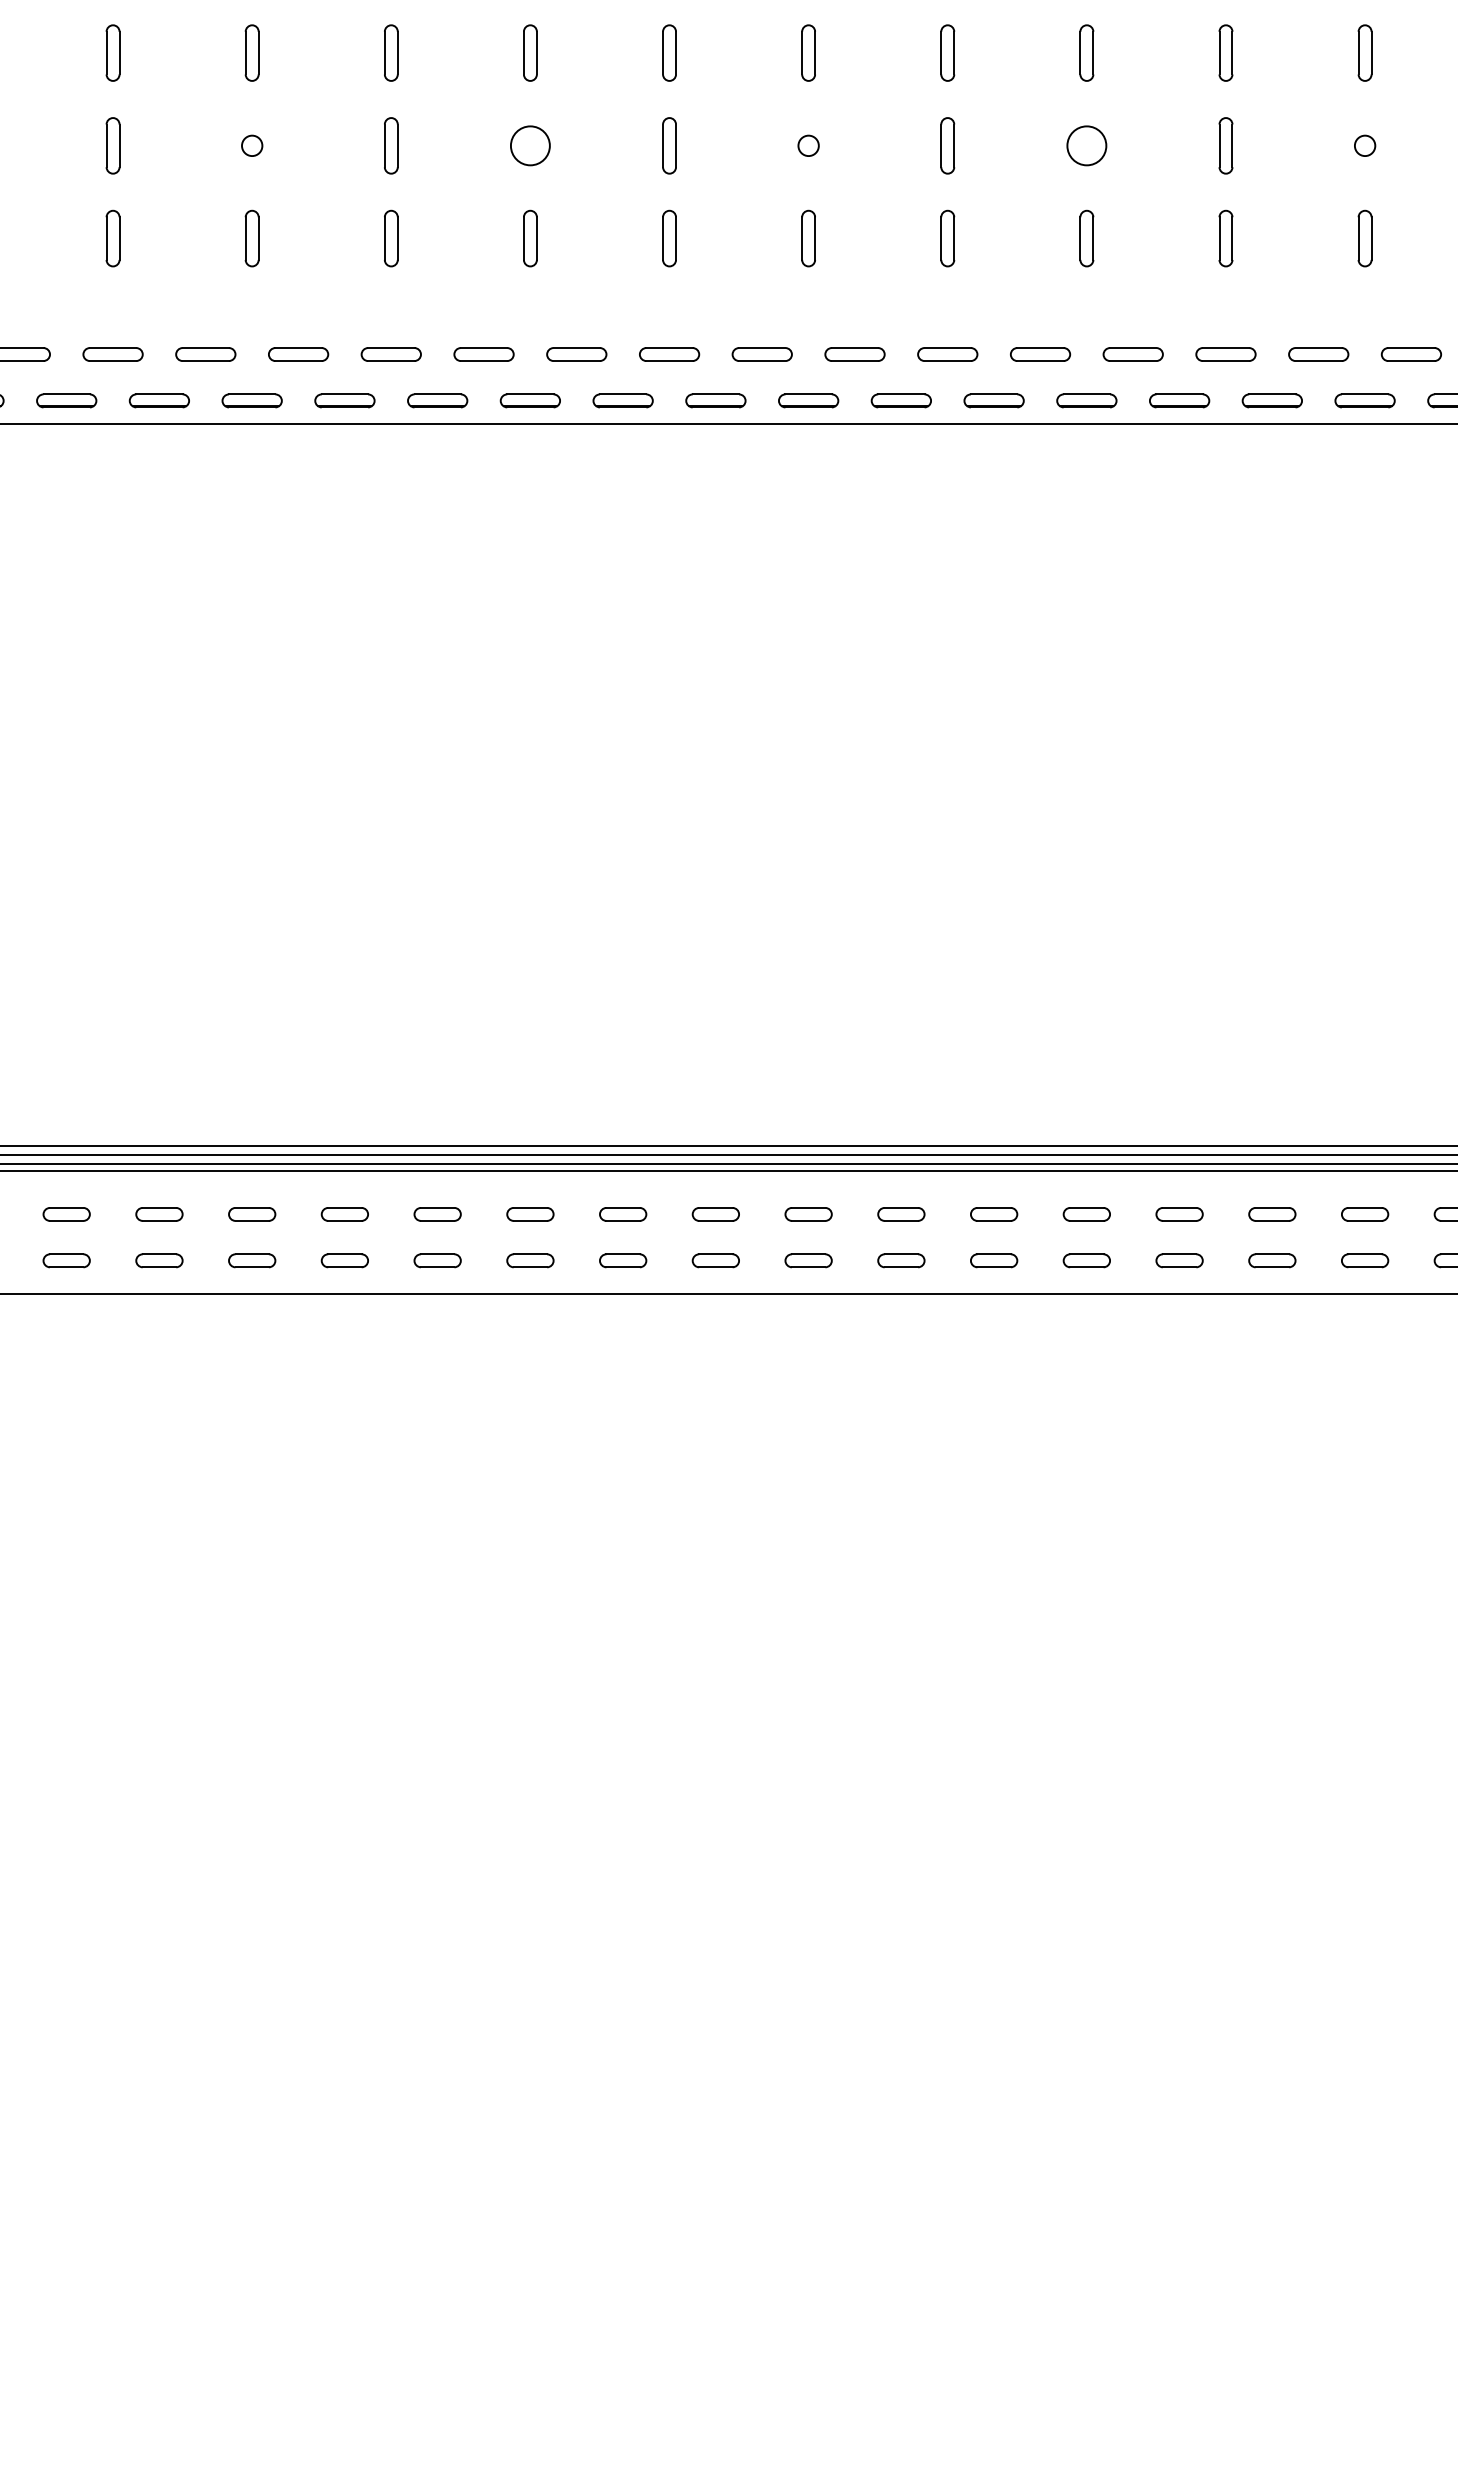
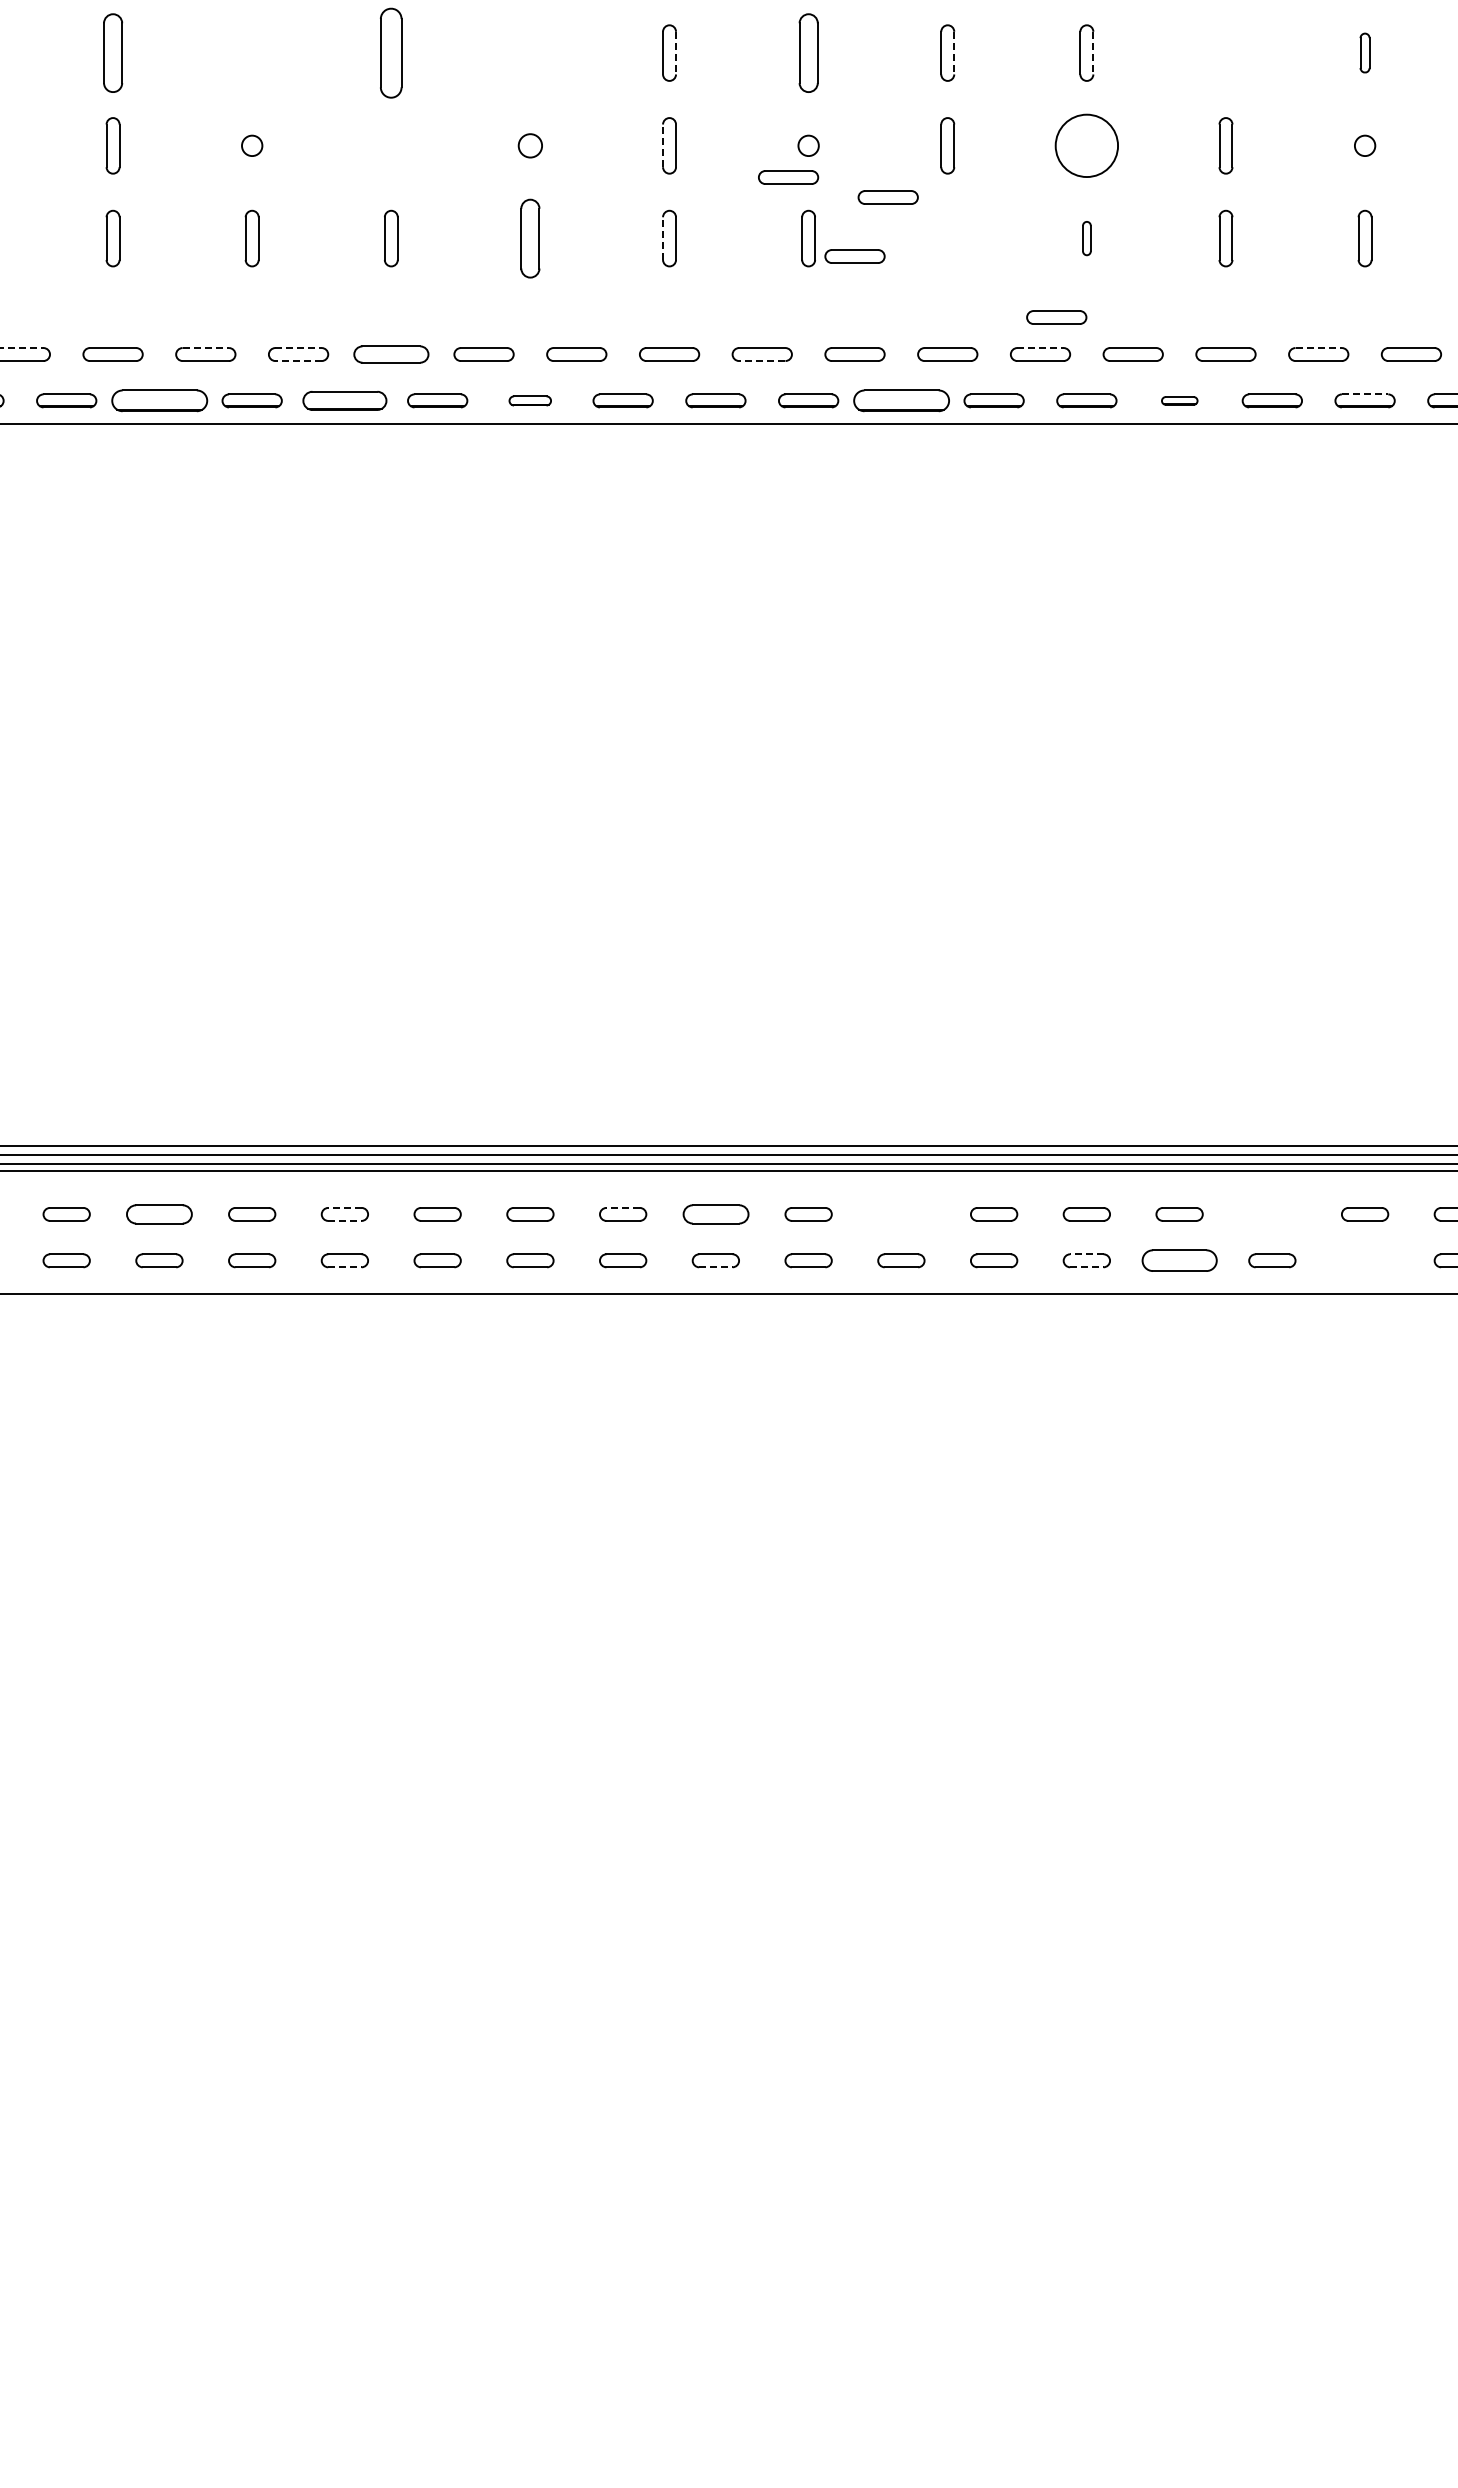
part at (112, 52) size: 16x58 px -> 21x80 px
part at (251, 52): present -> none
part at (391, 52) size: 15x58 px -> 23x92 px
part at (530, 52): present -> none
part at (808, 52) size: 15x58 px -> 21x80 px
part at (1225, 52): present -> none
part at (1364, 52) size: 16x58 px -> 12x42 px
line at (676, 53): solid -> dashed
line at (954, 53): solid -> dashed
line at (1093, 53): solid -> dashed
part at (391, 145): present -> none
circle at (529, 145) diameter: 39 px -> 23 px
line at (663, 145): solid -> dashed
circle at (1086, 145) diameter: 39 px -> 62 px
part at (788, 177): none -> present
part at (887, 197): none -> present
part at (530, 238) size: 15x59 px -> 21x81 px
line at (663, 238): solid -> dashed
part at (947, 238): present -> none
part at (1086, 238) size: 16x59 px -> 10x36 px
part at (854, 256): none -> present
part at (1056, 317): none -> present
line at (21, 348): solid -> dashed
line at (206, 348): solid -> dashed
line at (299, 348): solid -> dashed
line at (1041, 348): solid -> dashed
line at (1319, 348): solid -> dashed
part at (390, 354) size: 62x15 px -> 77x19 px
line at (298, 361): solid -> dashed
line at (761, 361): solid -> dashed
line at (1365, 394): solid -> dashed
part at (158, 400) size: 62x16 px -> 98x24 px
part at (344, 400) size: 62x16 px -> 86x20 px
part at (529, 400) size: 62x16 px -> 44x12 px
part at (900, 400) size: 62x16 px -> 97x24 px
part at (1179, 400) size: 62x16 px -> 38x10 px
line at (344, 1207): solid -> dashed
line at (623, 1207): solid -> dashed
part at (159, 1214) size: 49x15 px -> 67x21 px
part at (715, 1214) size: 49x15 px -> 68x21 px
part at (901, 1214): present -> none
part at (1272, 1214): present -> none
line at (344, 1220): solid -> dashed
line at (1086, 1254): solid -> dashed
part at (1179, 1260) size: 49x16 px -> 77x23 px
part at (1365, 1260): present -> none
line at (344, 1267): solid -> dashed
line at (715, 1267): solid -> dashed
line at (1086, 1267): solid -> dashed
